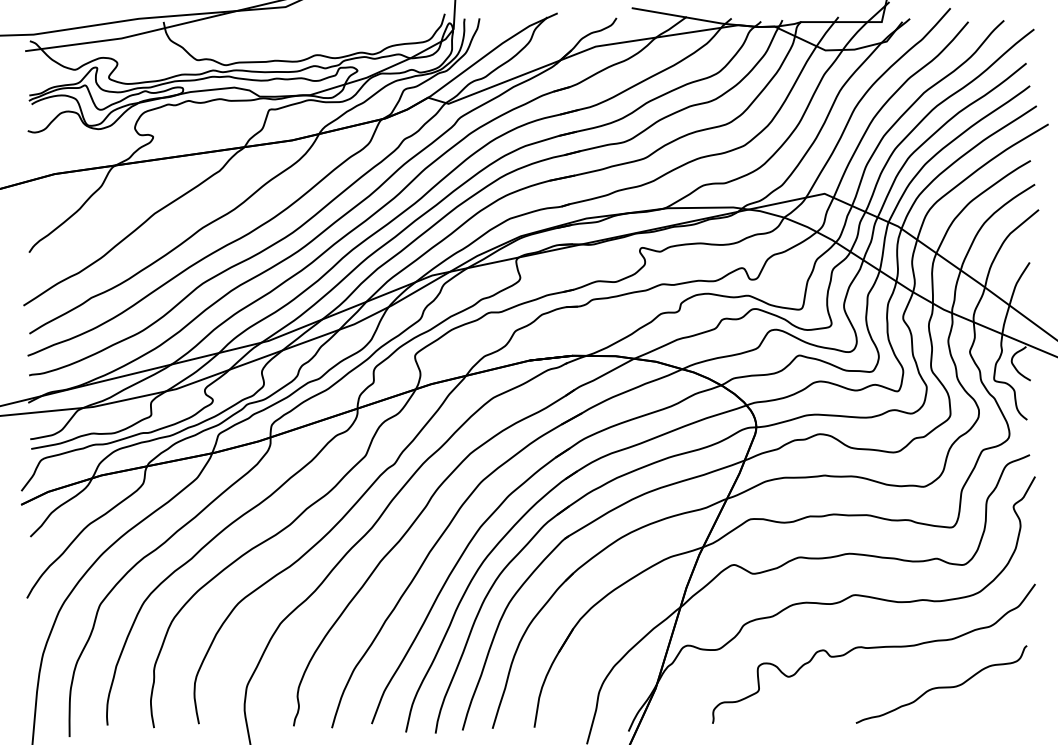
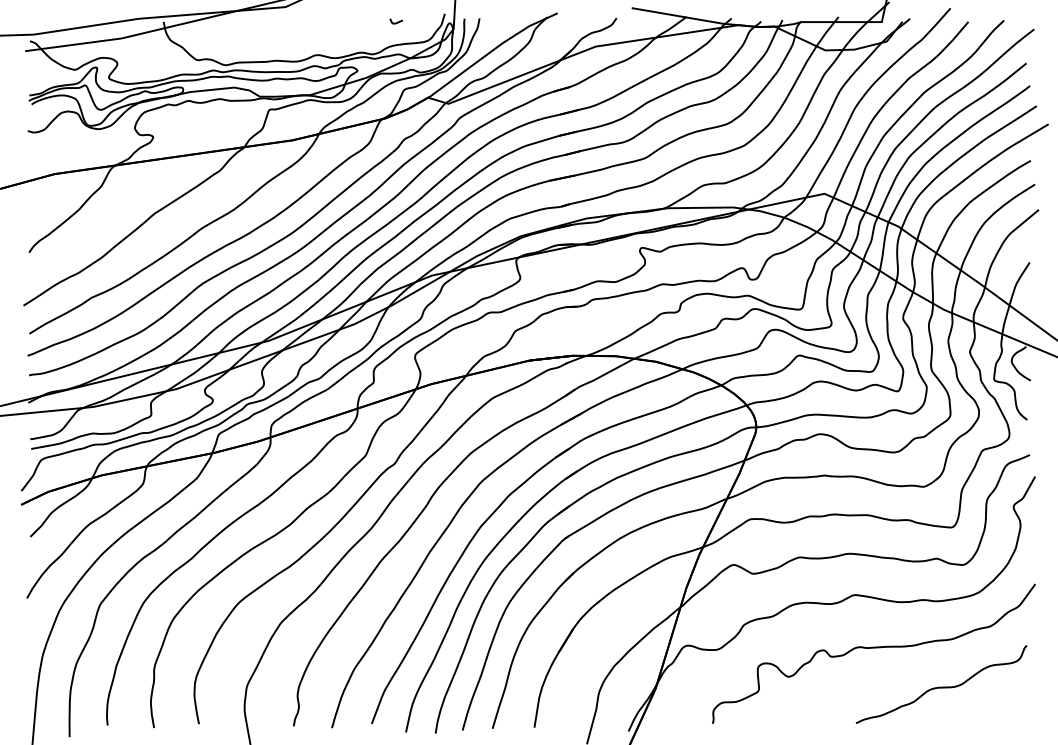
curve at (395, 22): none -> present
